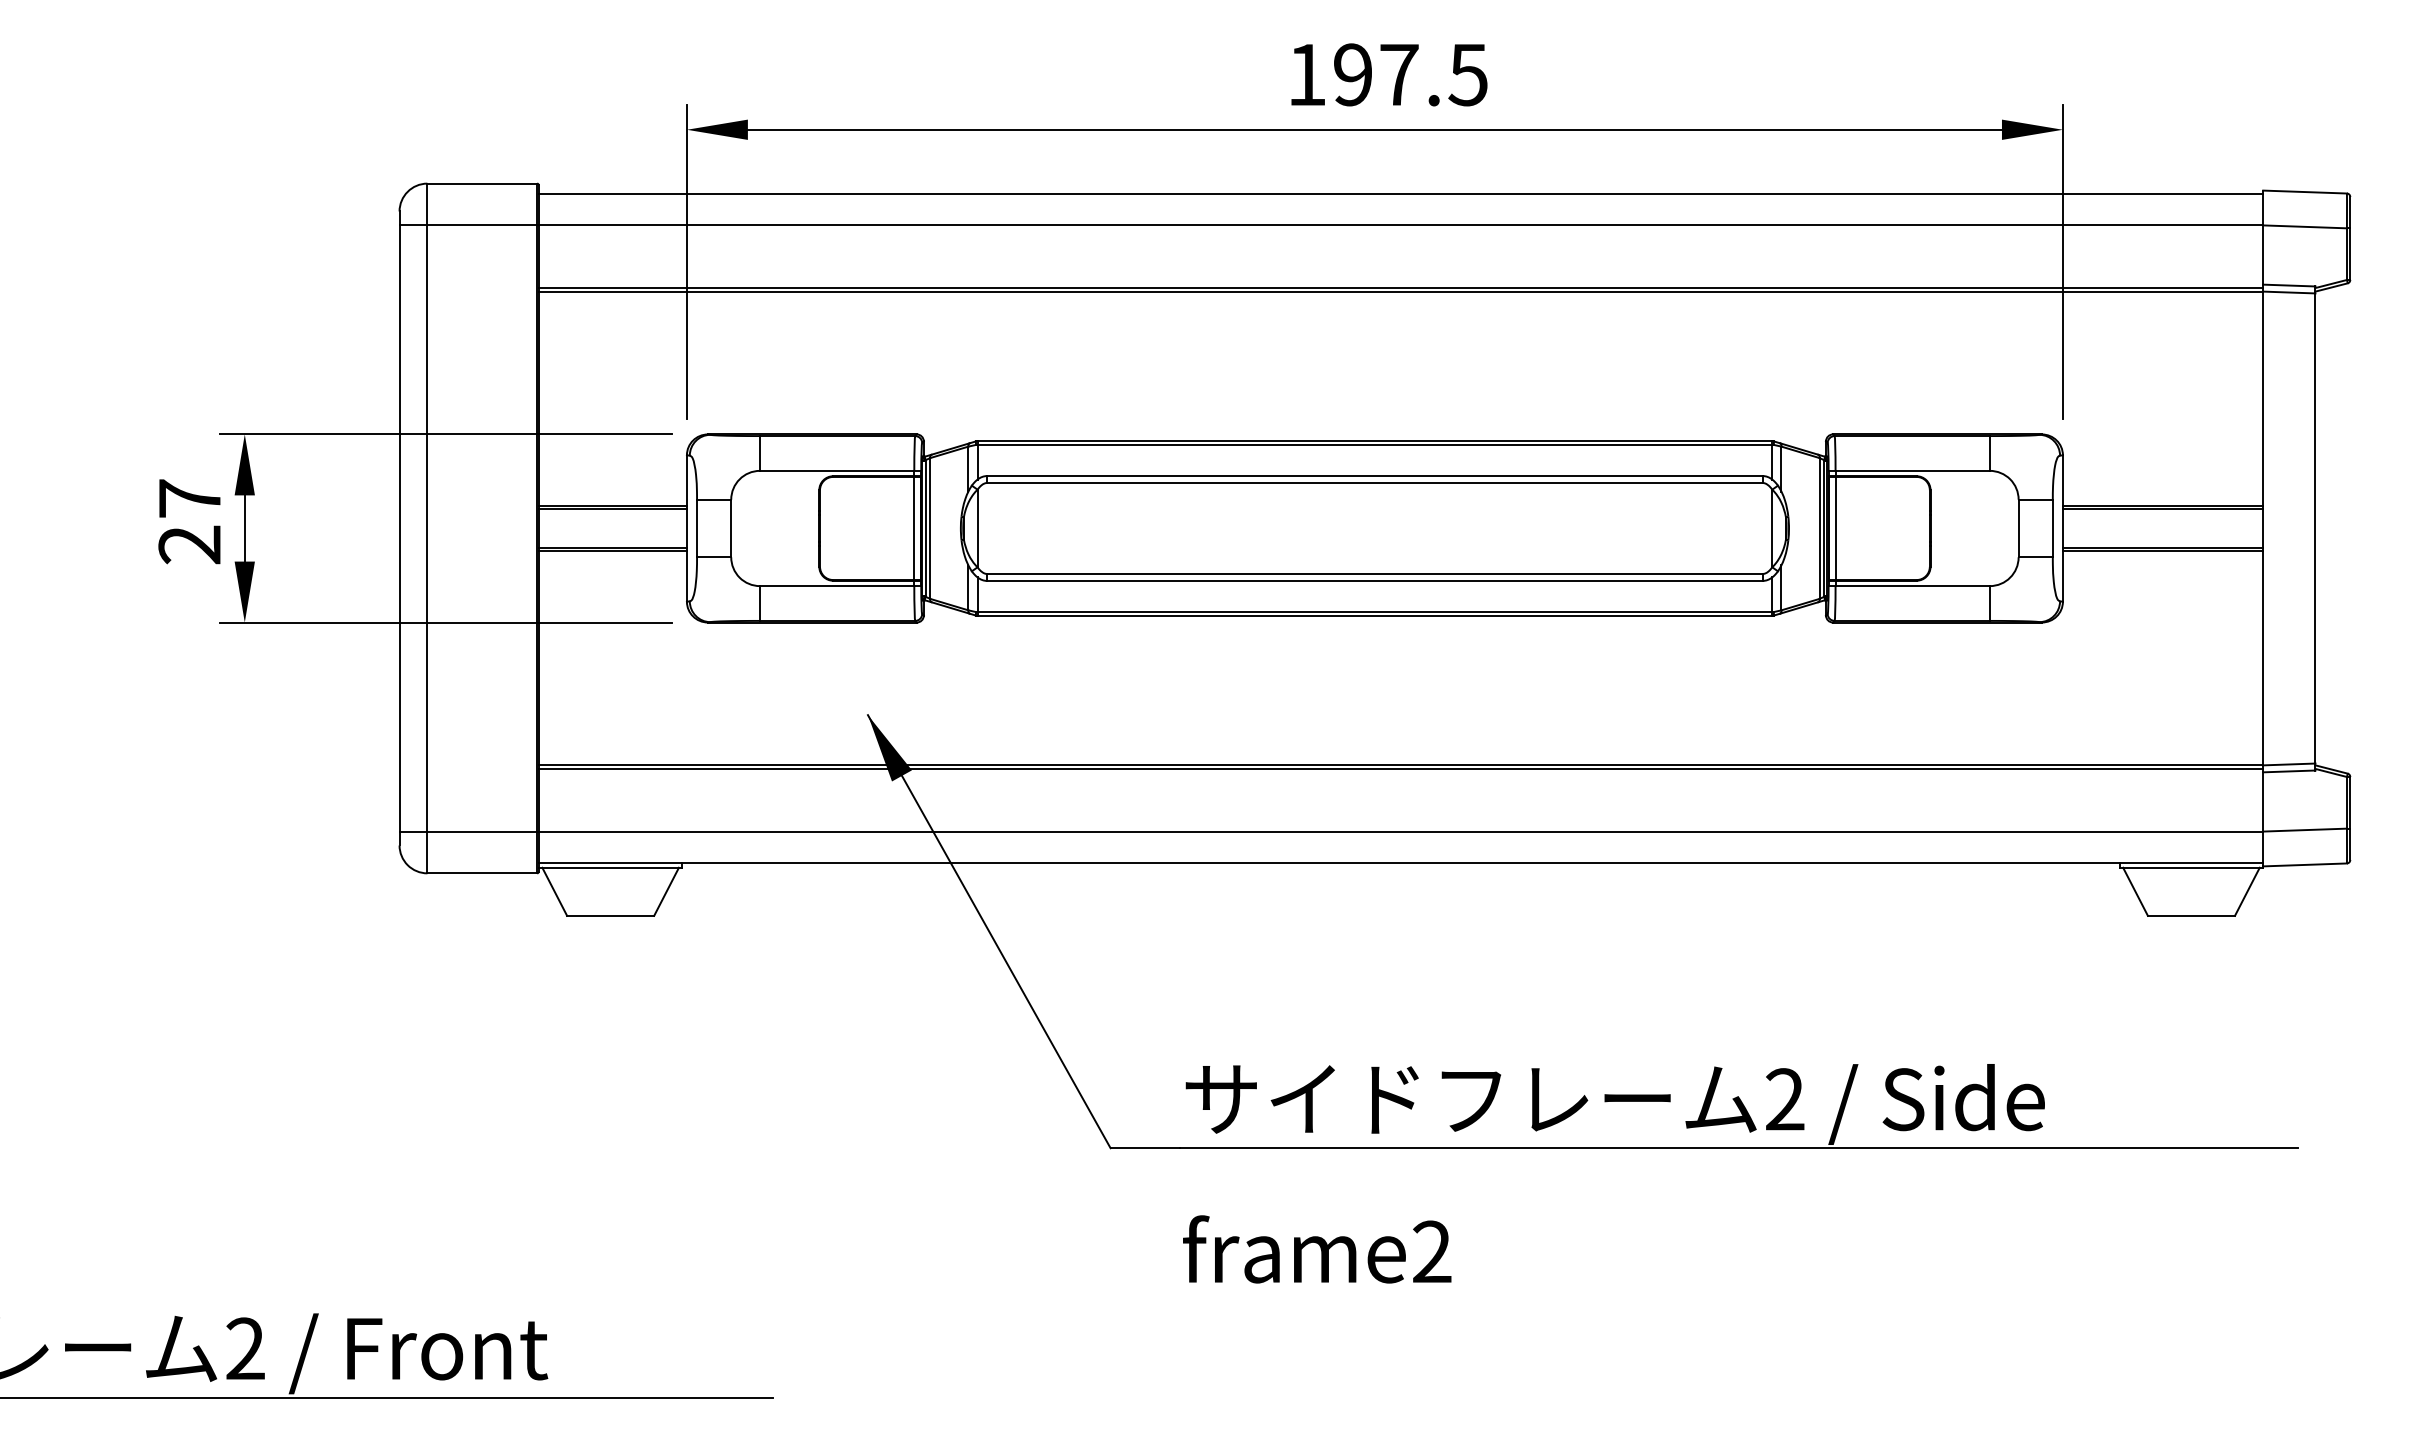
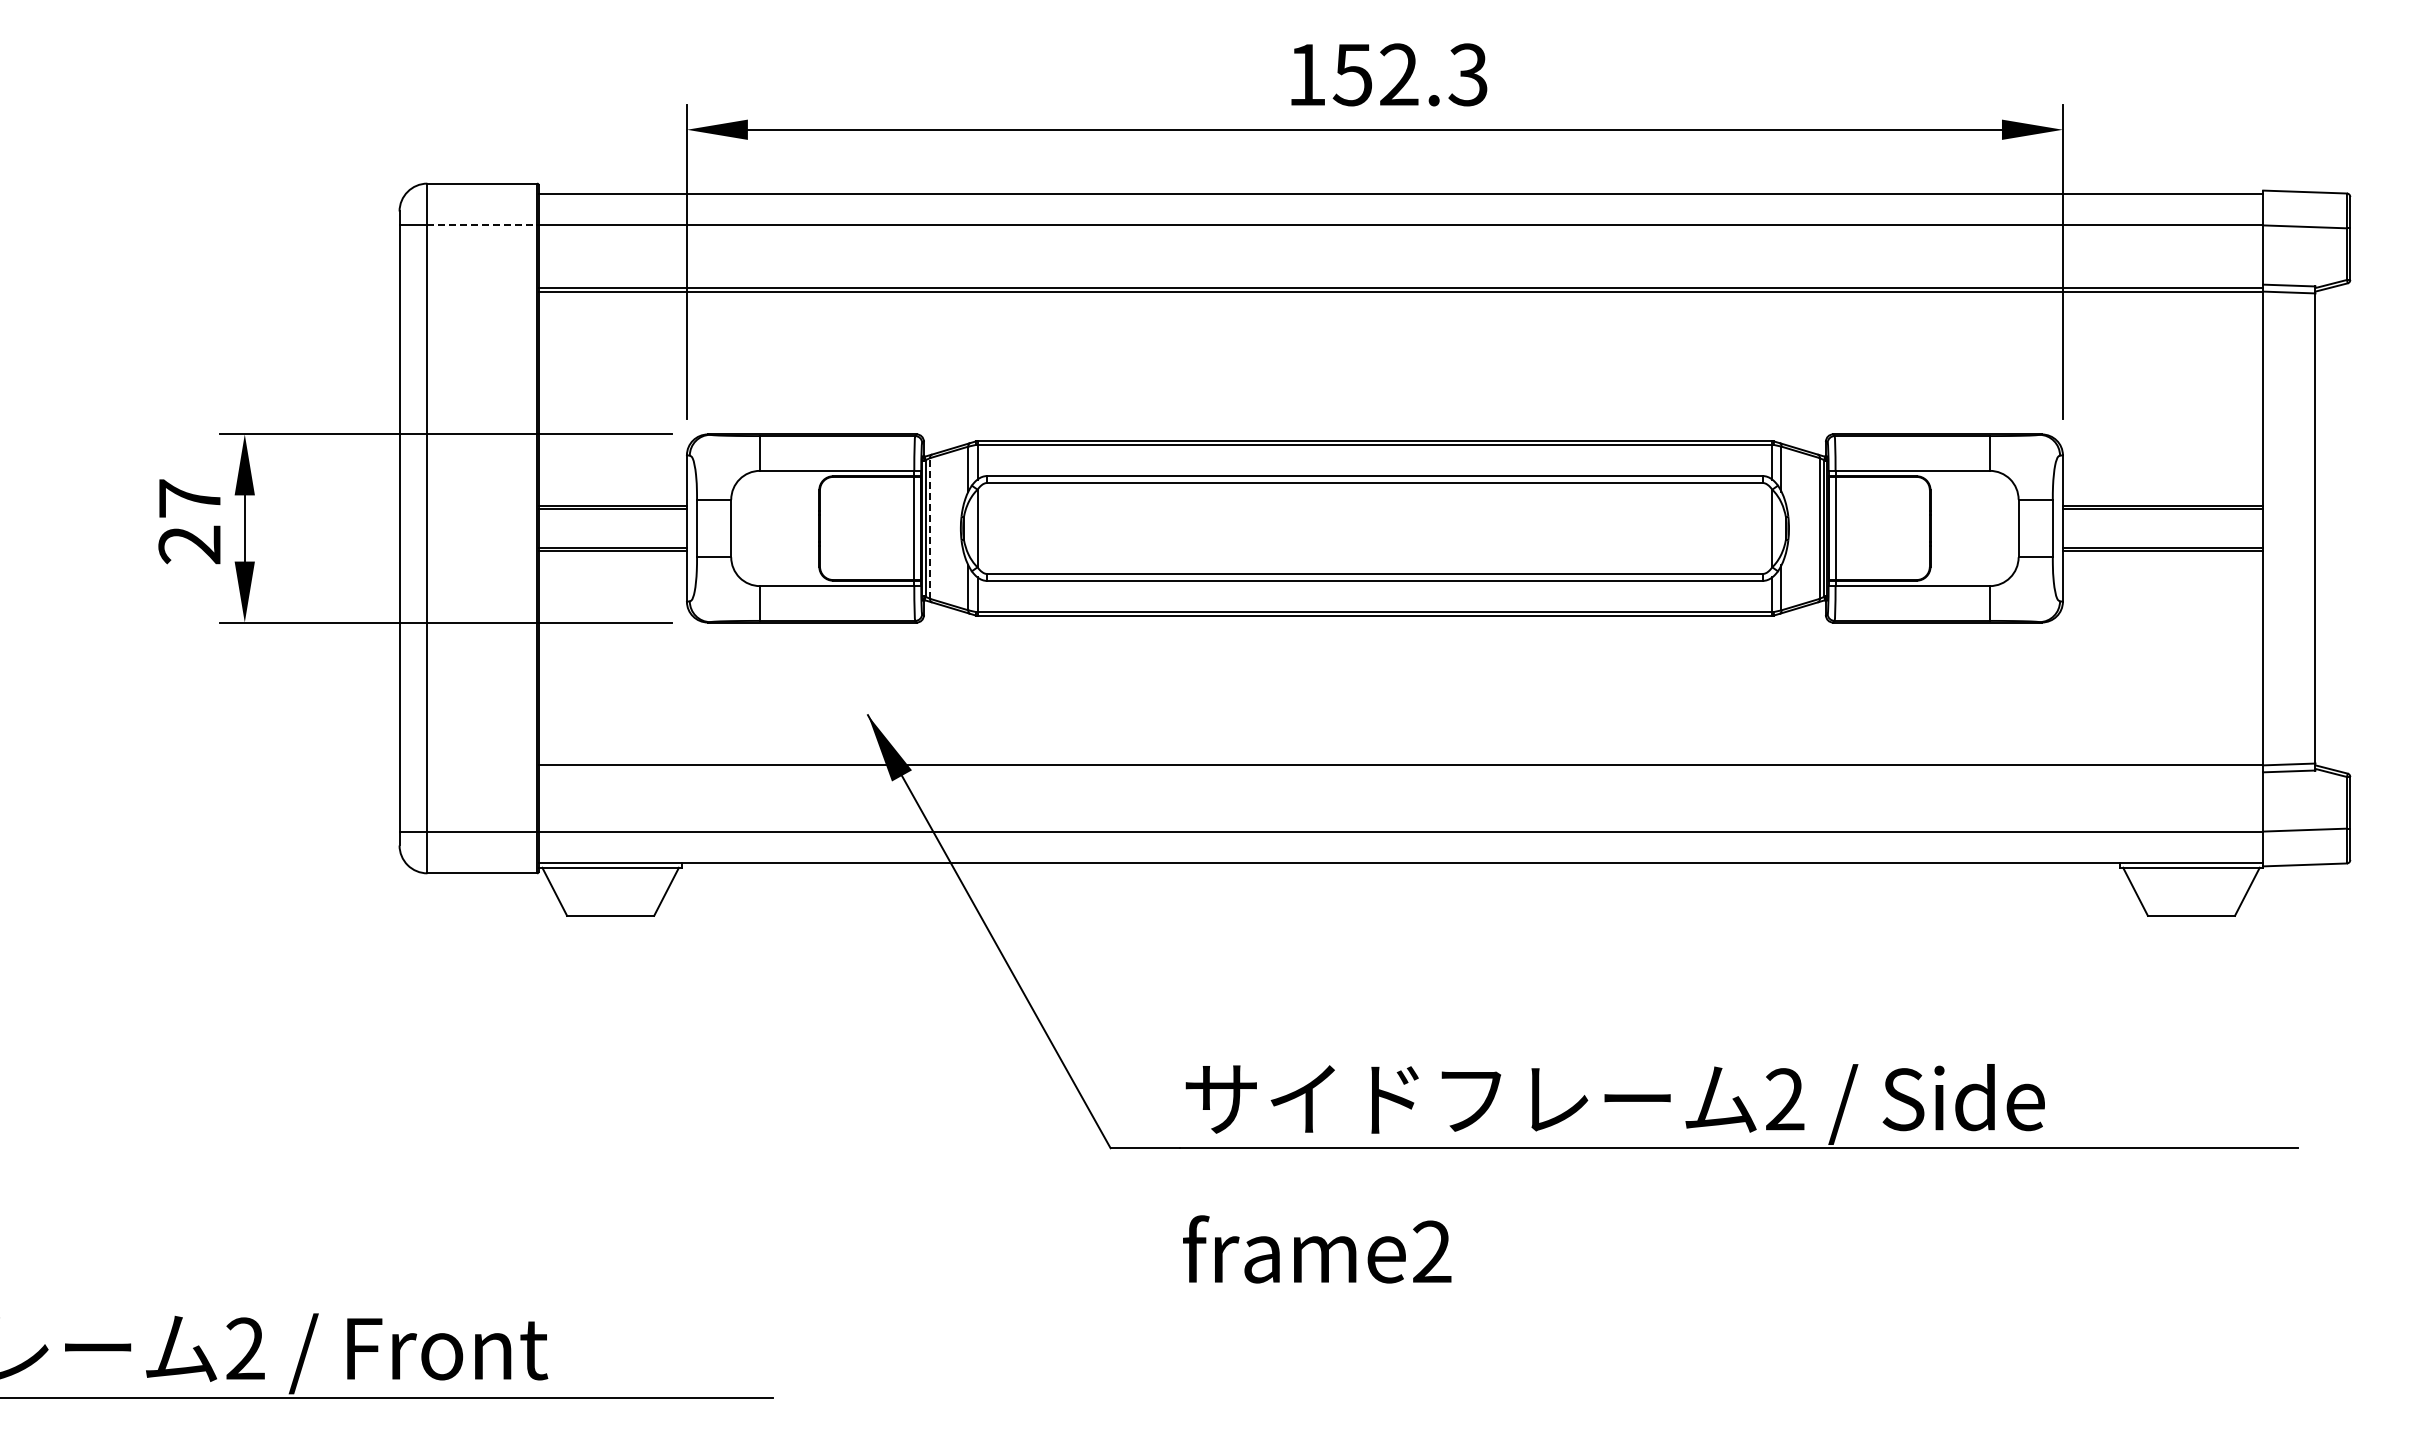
text at (1409, 74): 197.5 -> 152.3
line at (482, 225): solid -> dashed
line at (930, 527): solid -> dashed
line at (1400, 768): present -> none
